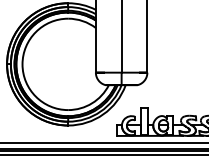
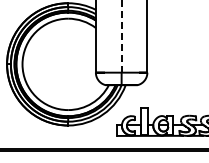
line at (121, 36): solid -> dashed
line at (103, 142): present -> none
line at (103, 154): present -> none
